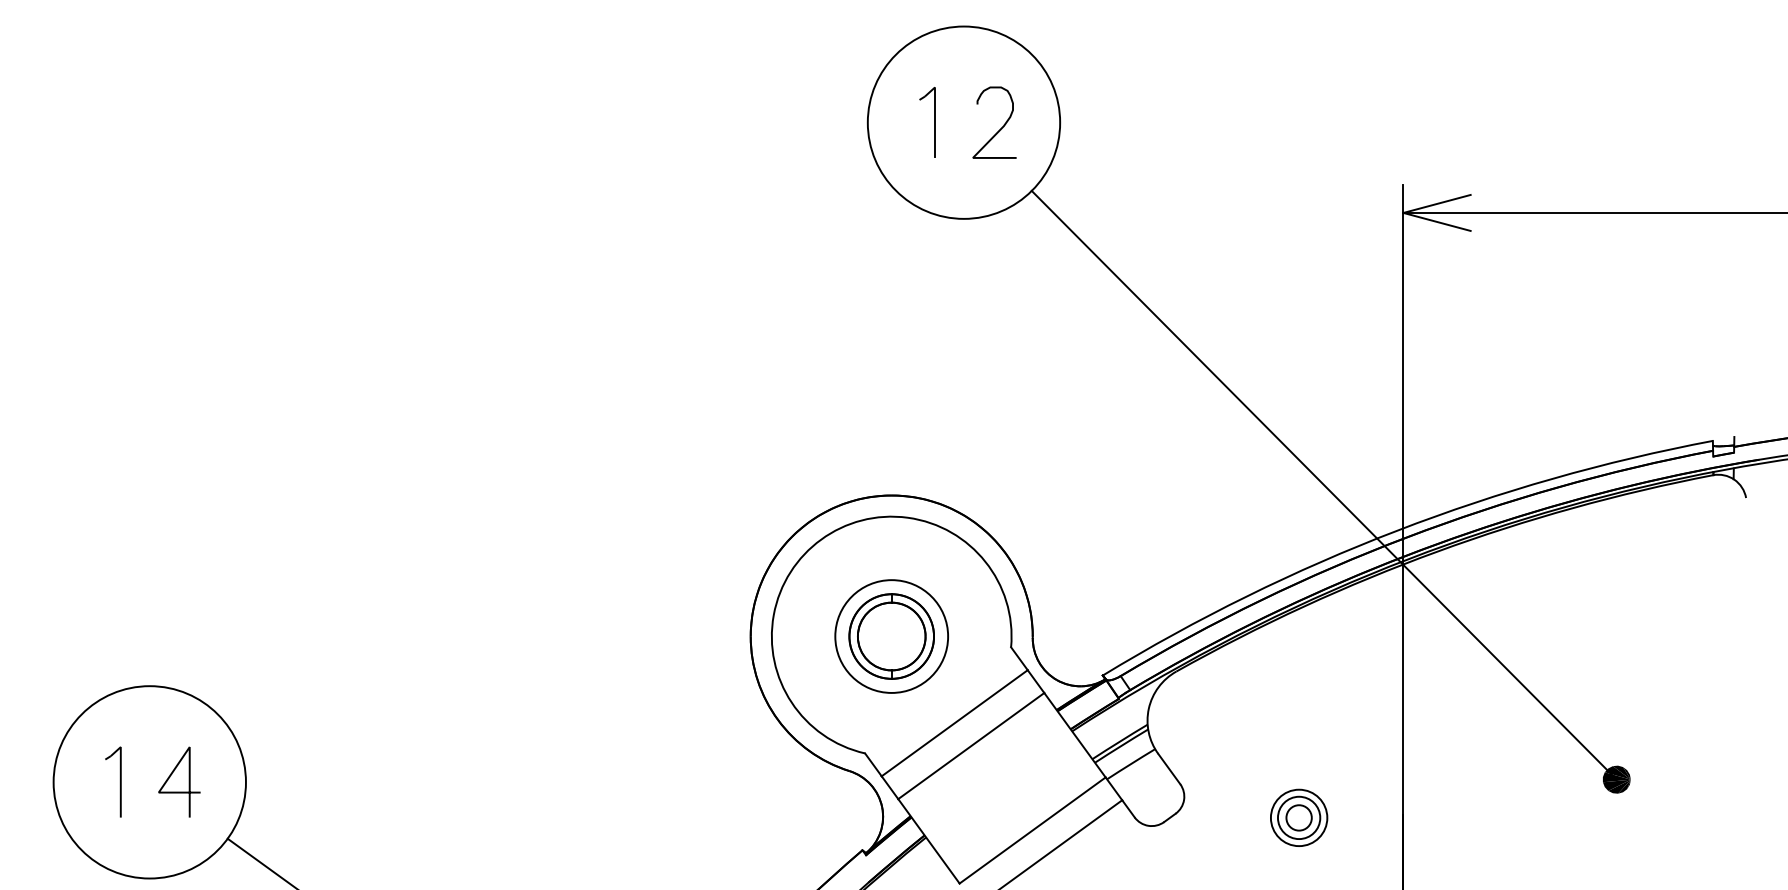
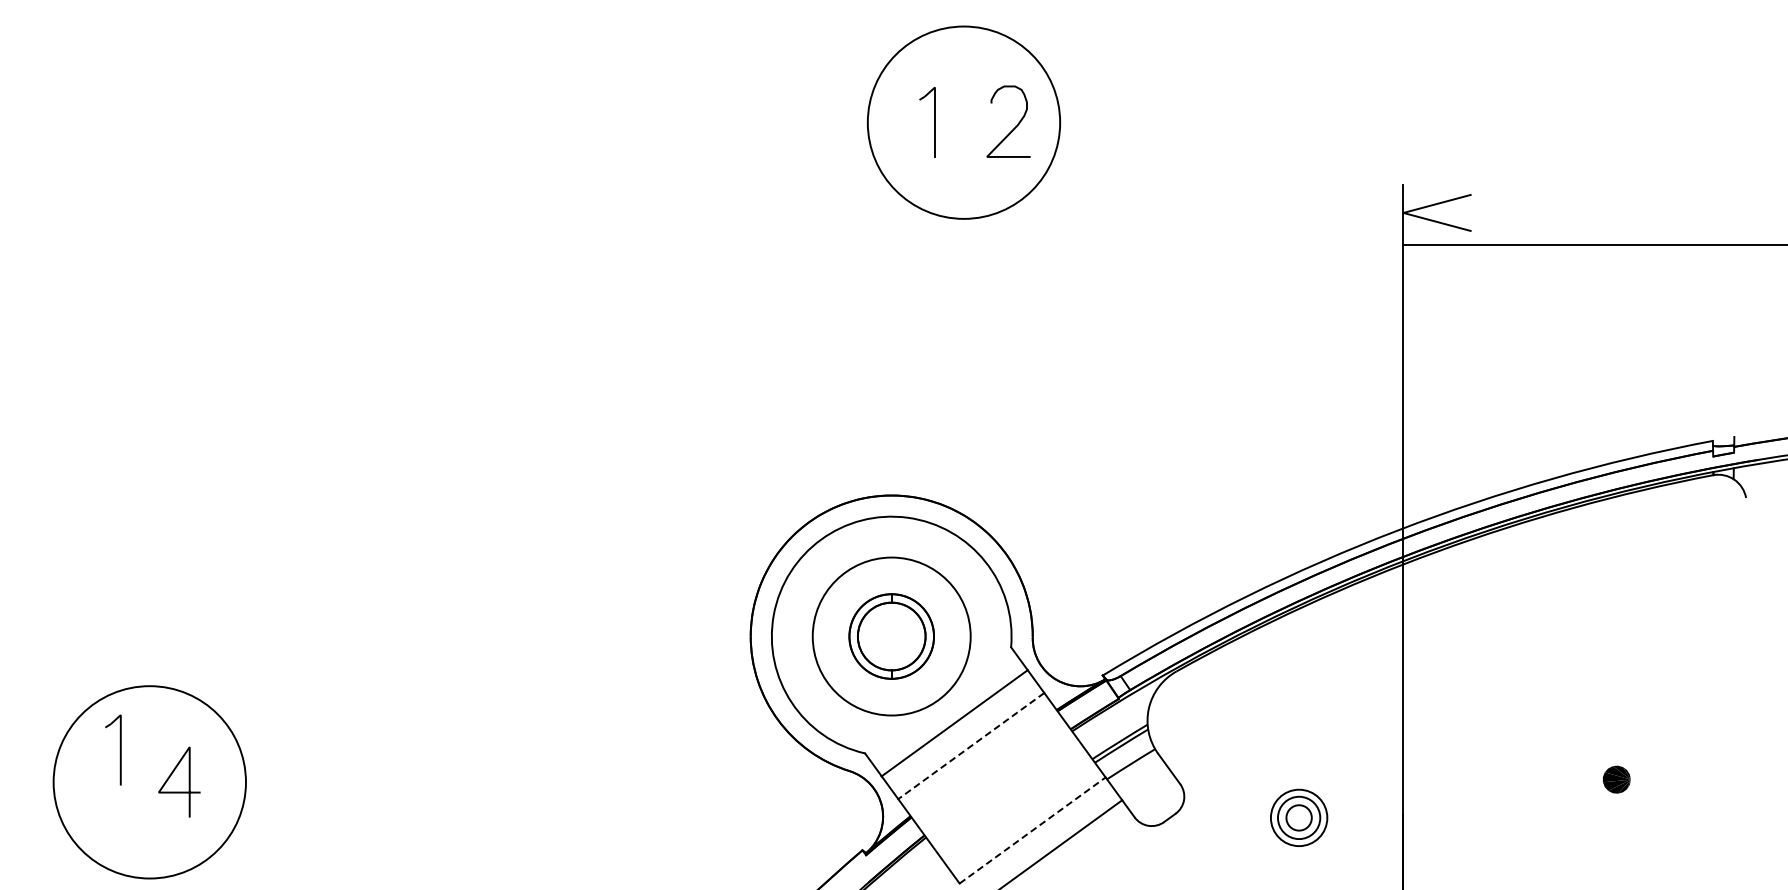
curve at (1000, 128) position: (1000, 128) -> (1014, 127)
line at (1593, 212) position: (1593, 212) -> (1593, 244)
line at (1323, 484): present -> none
circle at (891, 636) diameter: 113 px -> 158 px
line at (970, 746): solid -> dashed
part at (113, 781) position: (113, 781) -> (113, 749)
line at (1033, 830): solid -> dashed
line at (260, 862): present -> none
